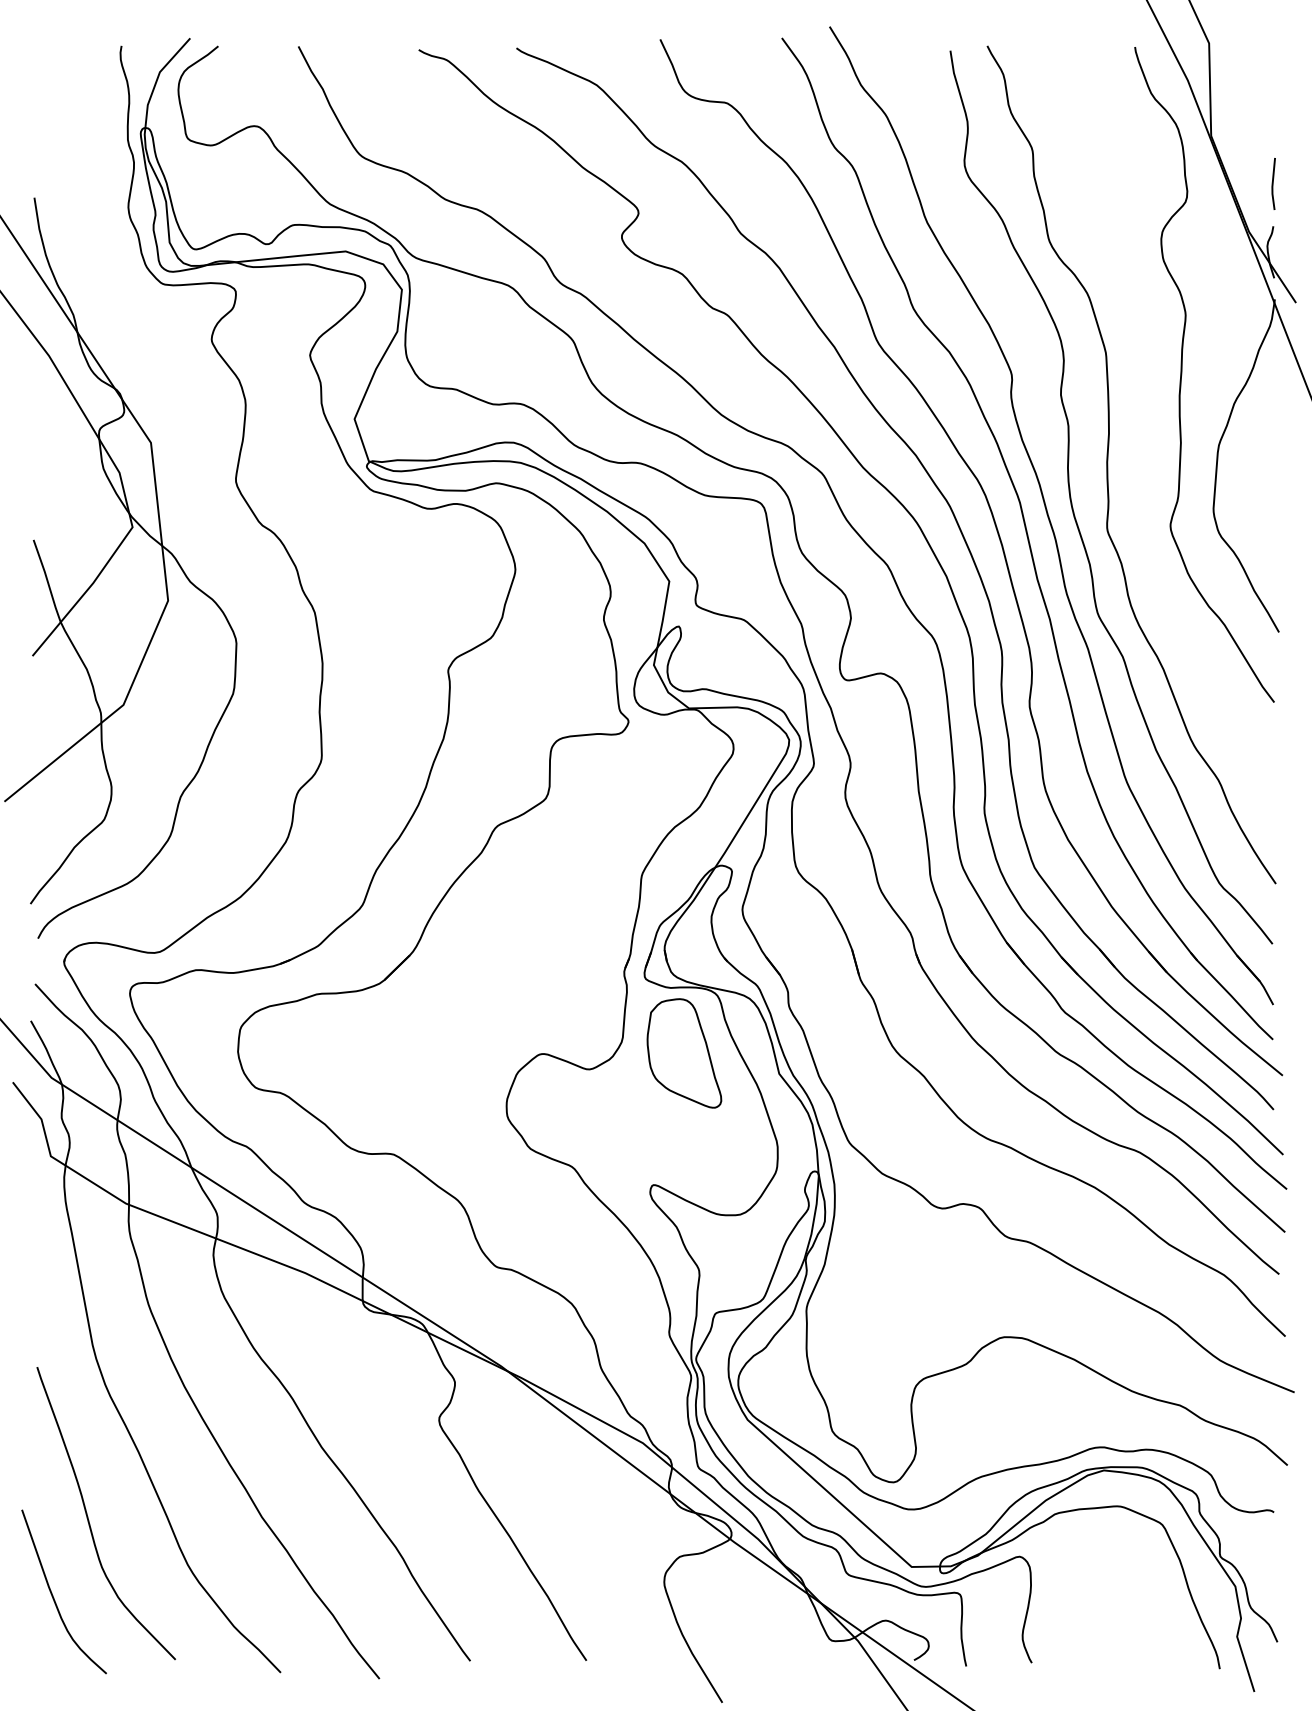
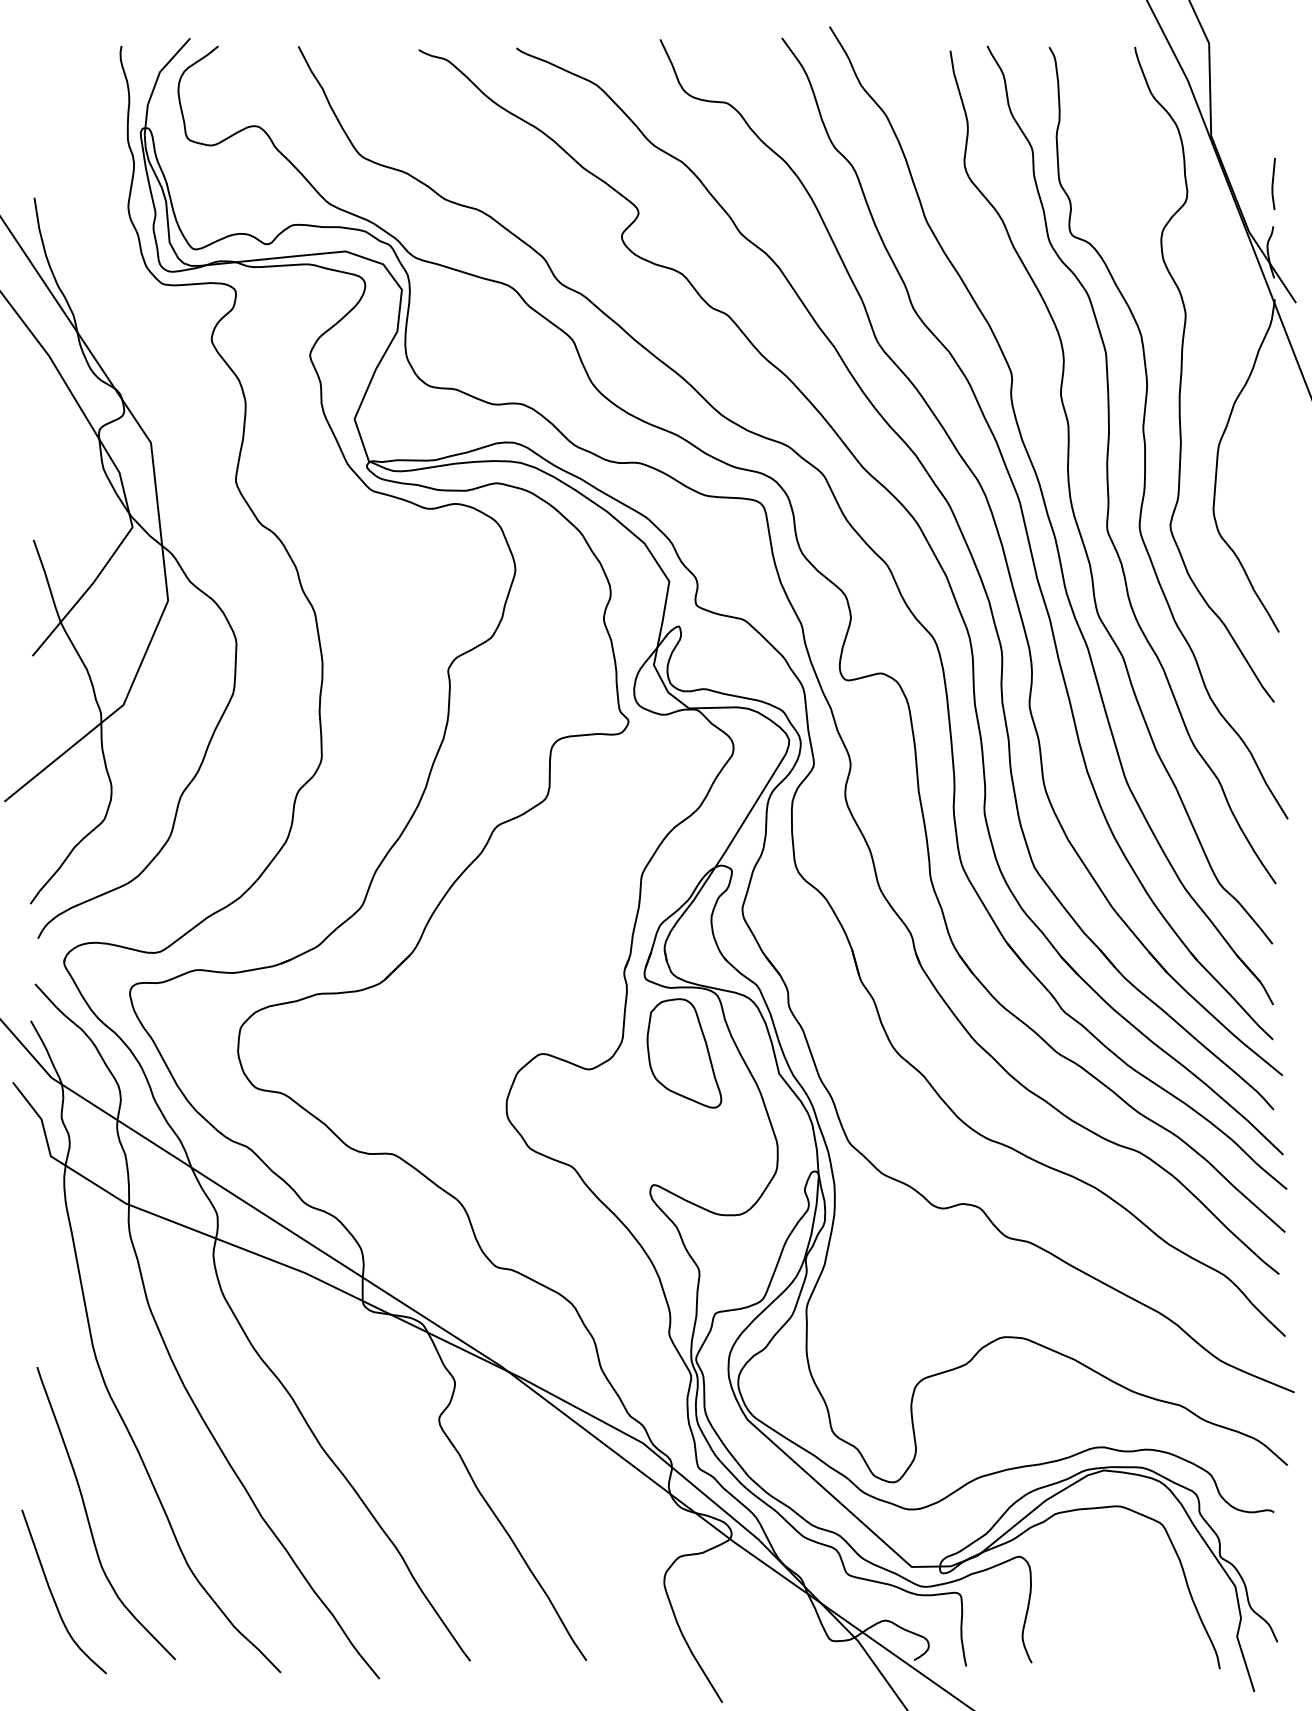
curve at (1145, 437): none -> present
